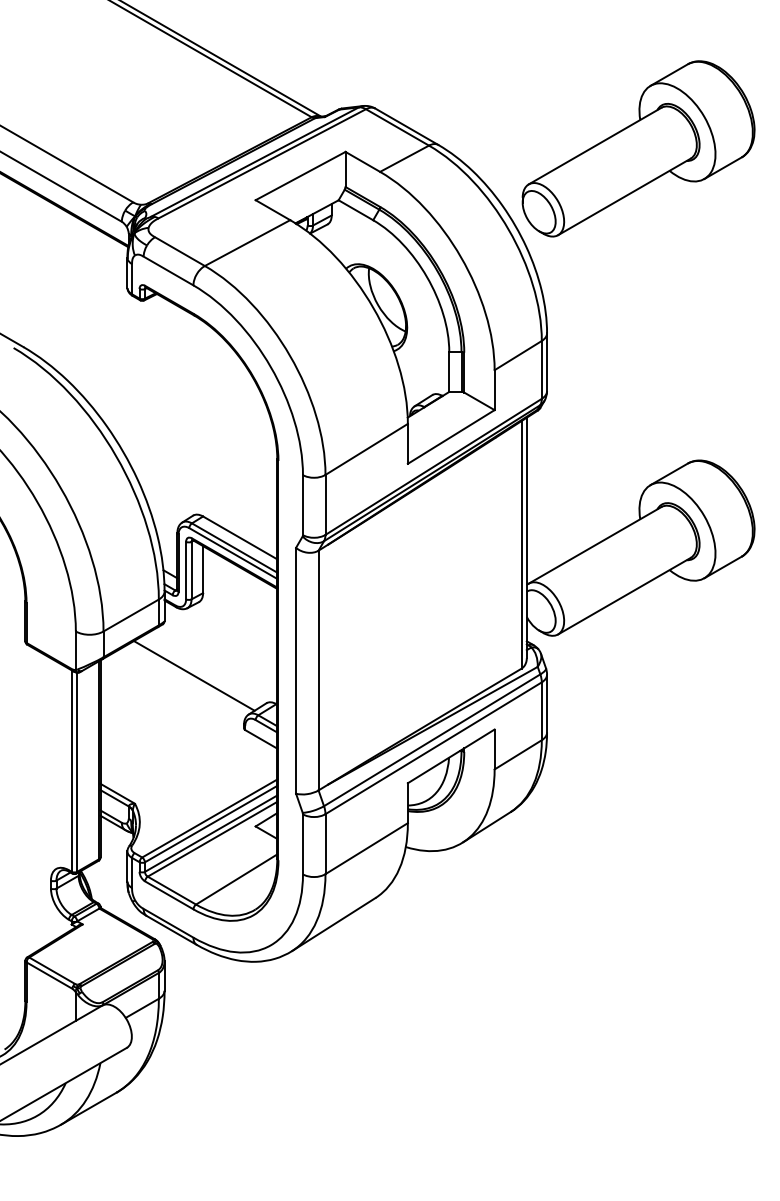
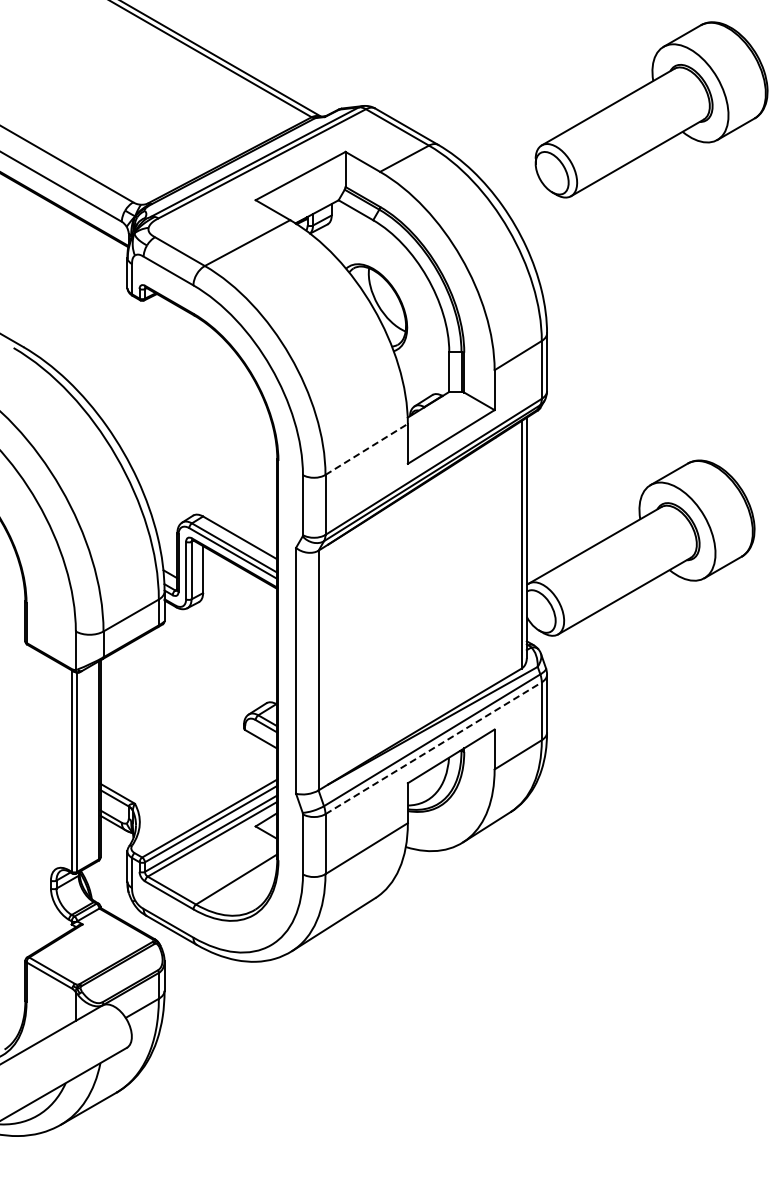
part at (638, 148) position: (638, 148) -> (651, 109)
line at (367, 449): solid -> dashed
line at (193, 675): present -> none
line at (433, 748): solid -> dashed
